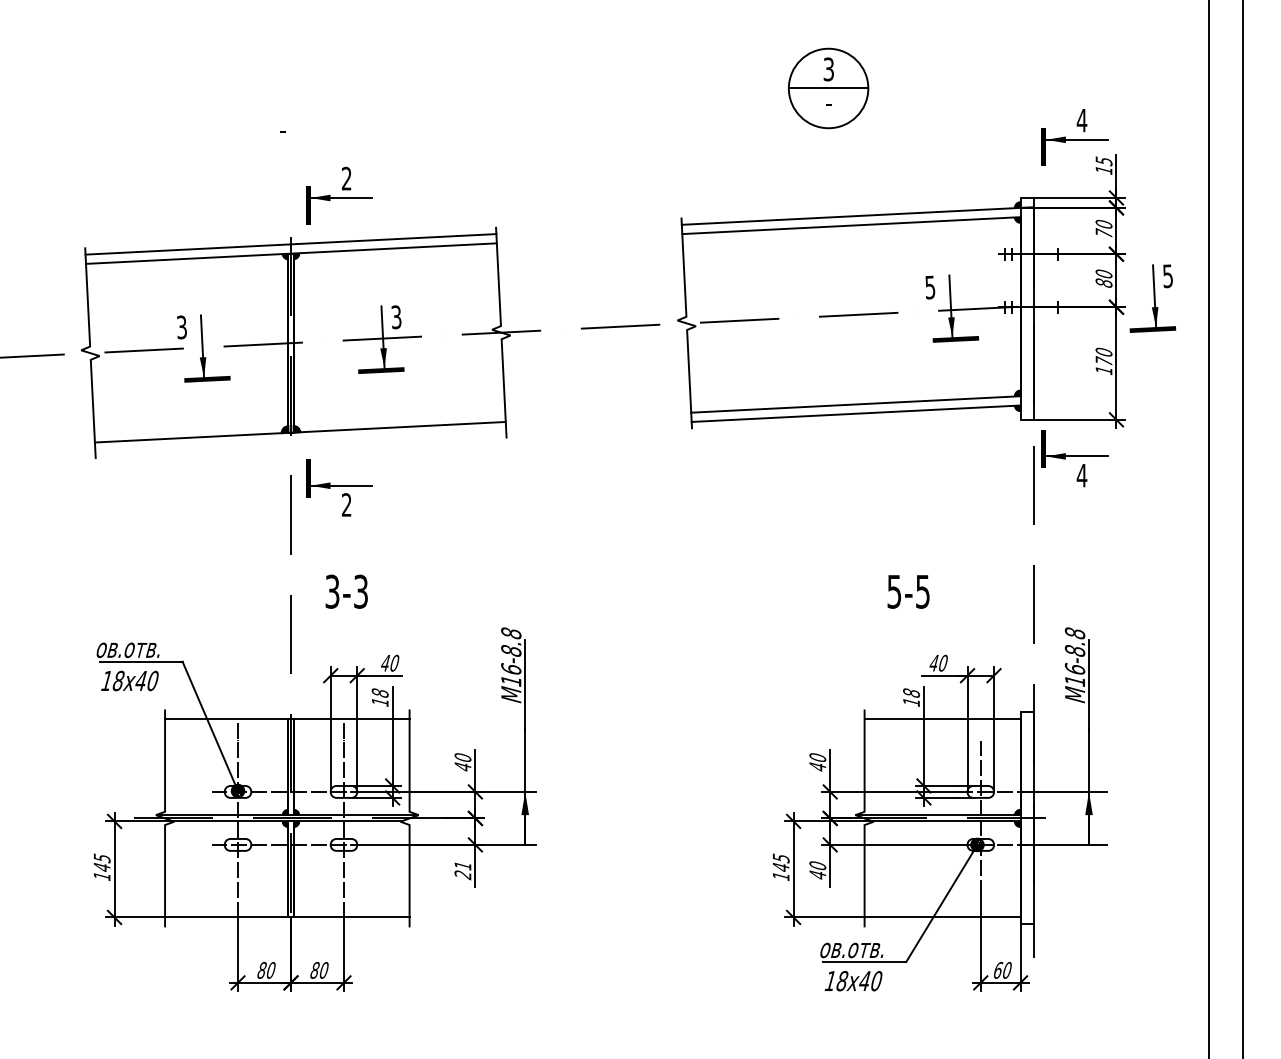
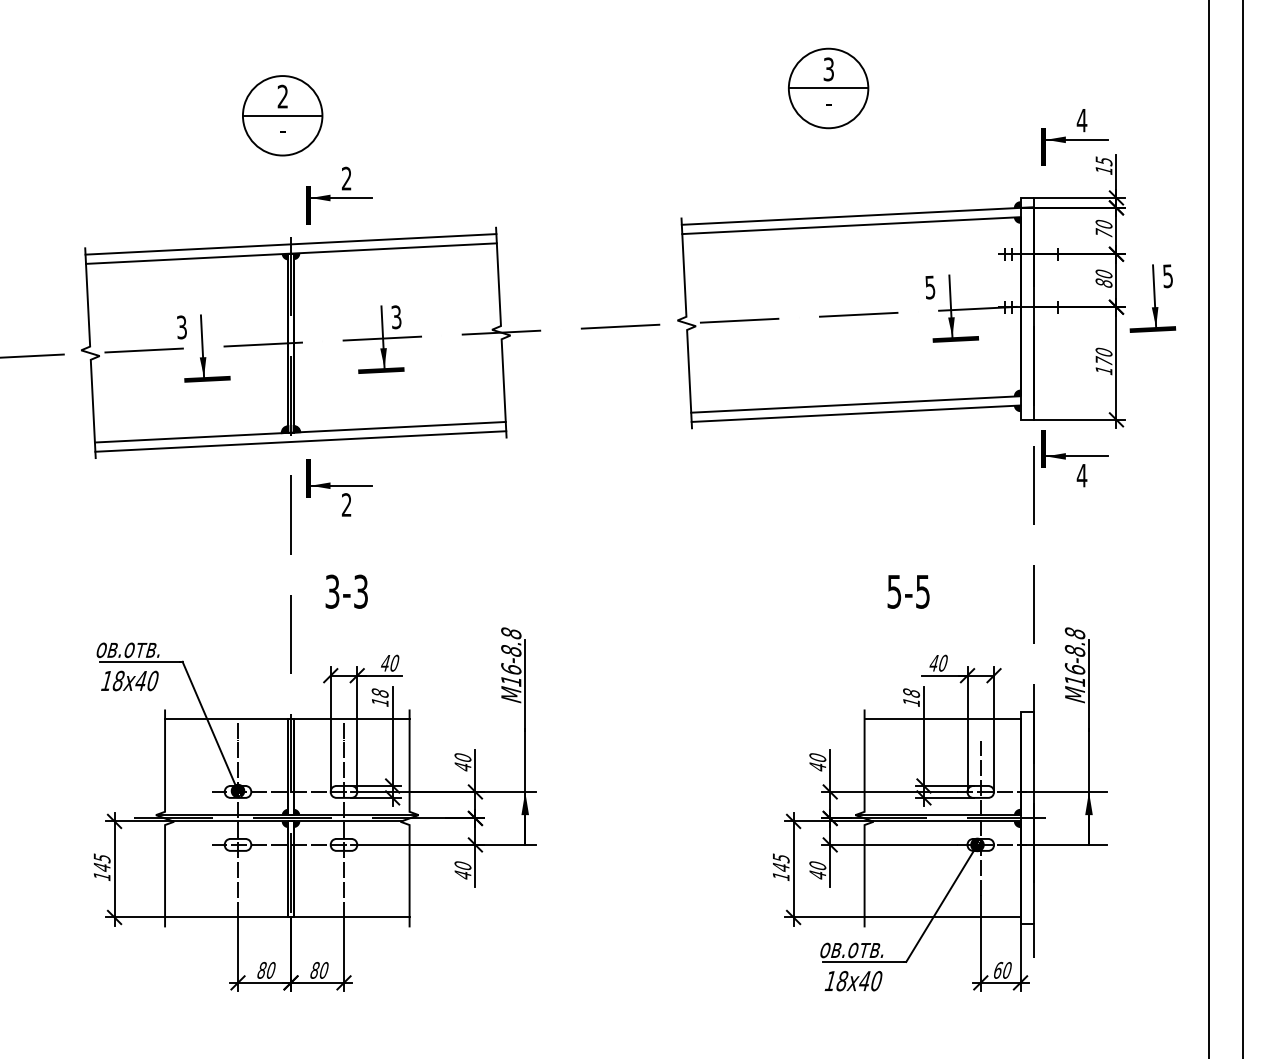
part at (282, 115): none -> present
line at (300, 441): none -> present
text at (462, 870): 21 -> 40
